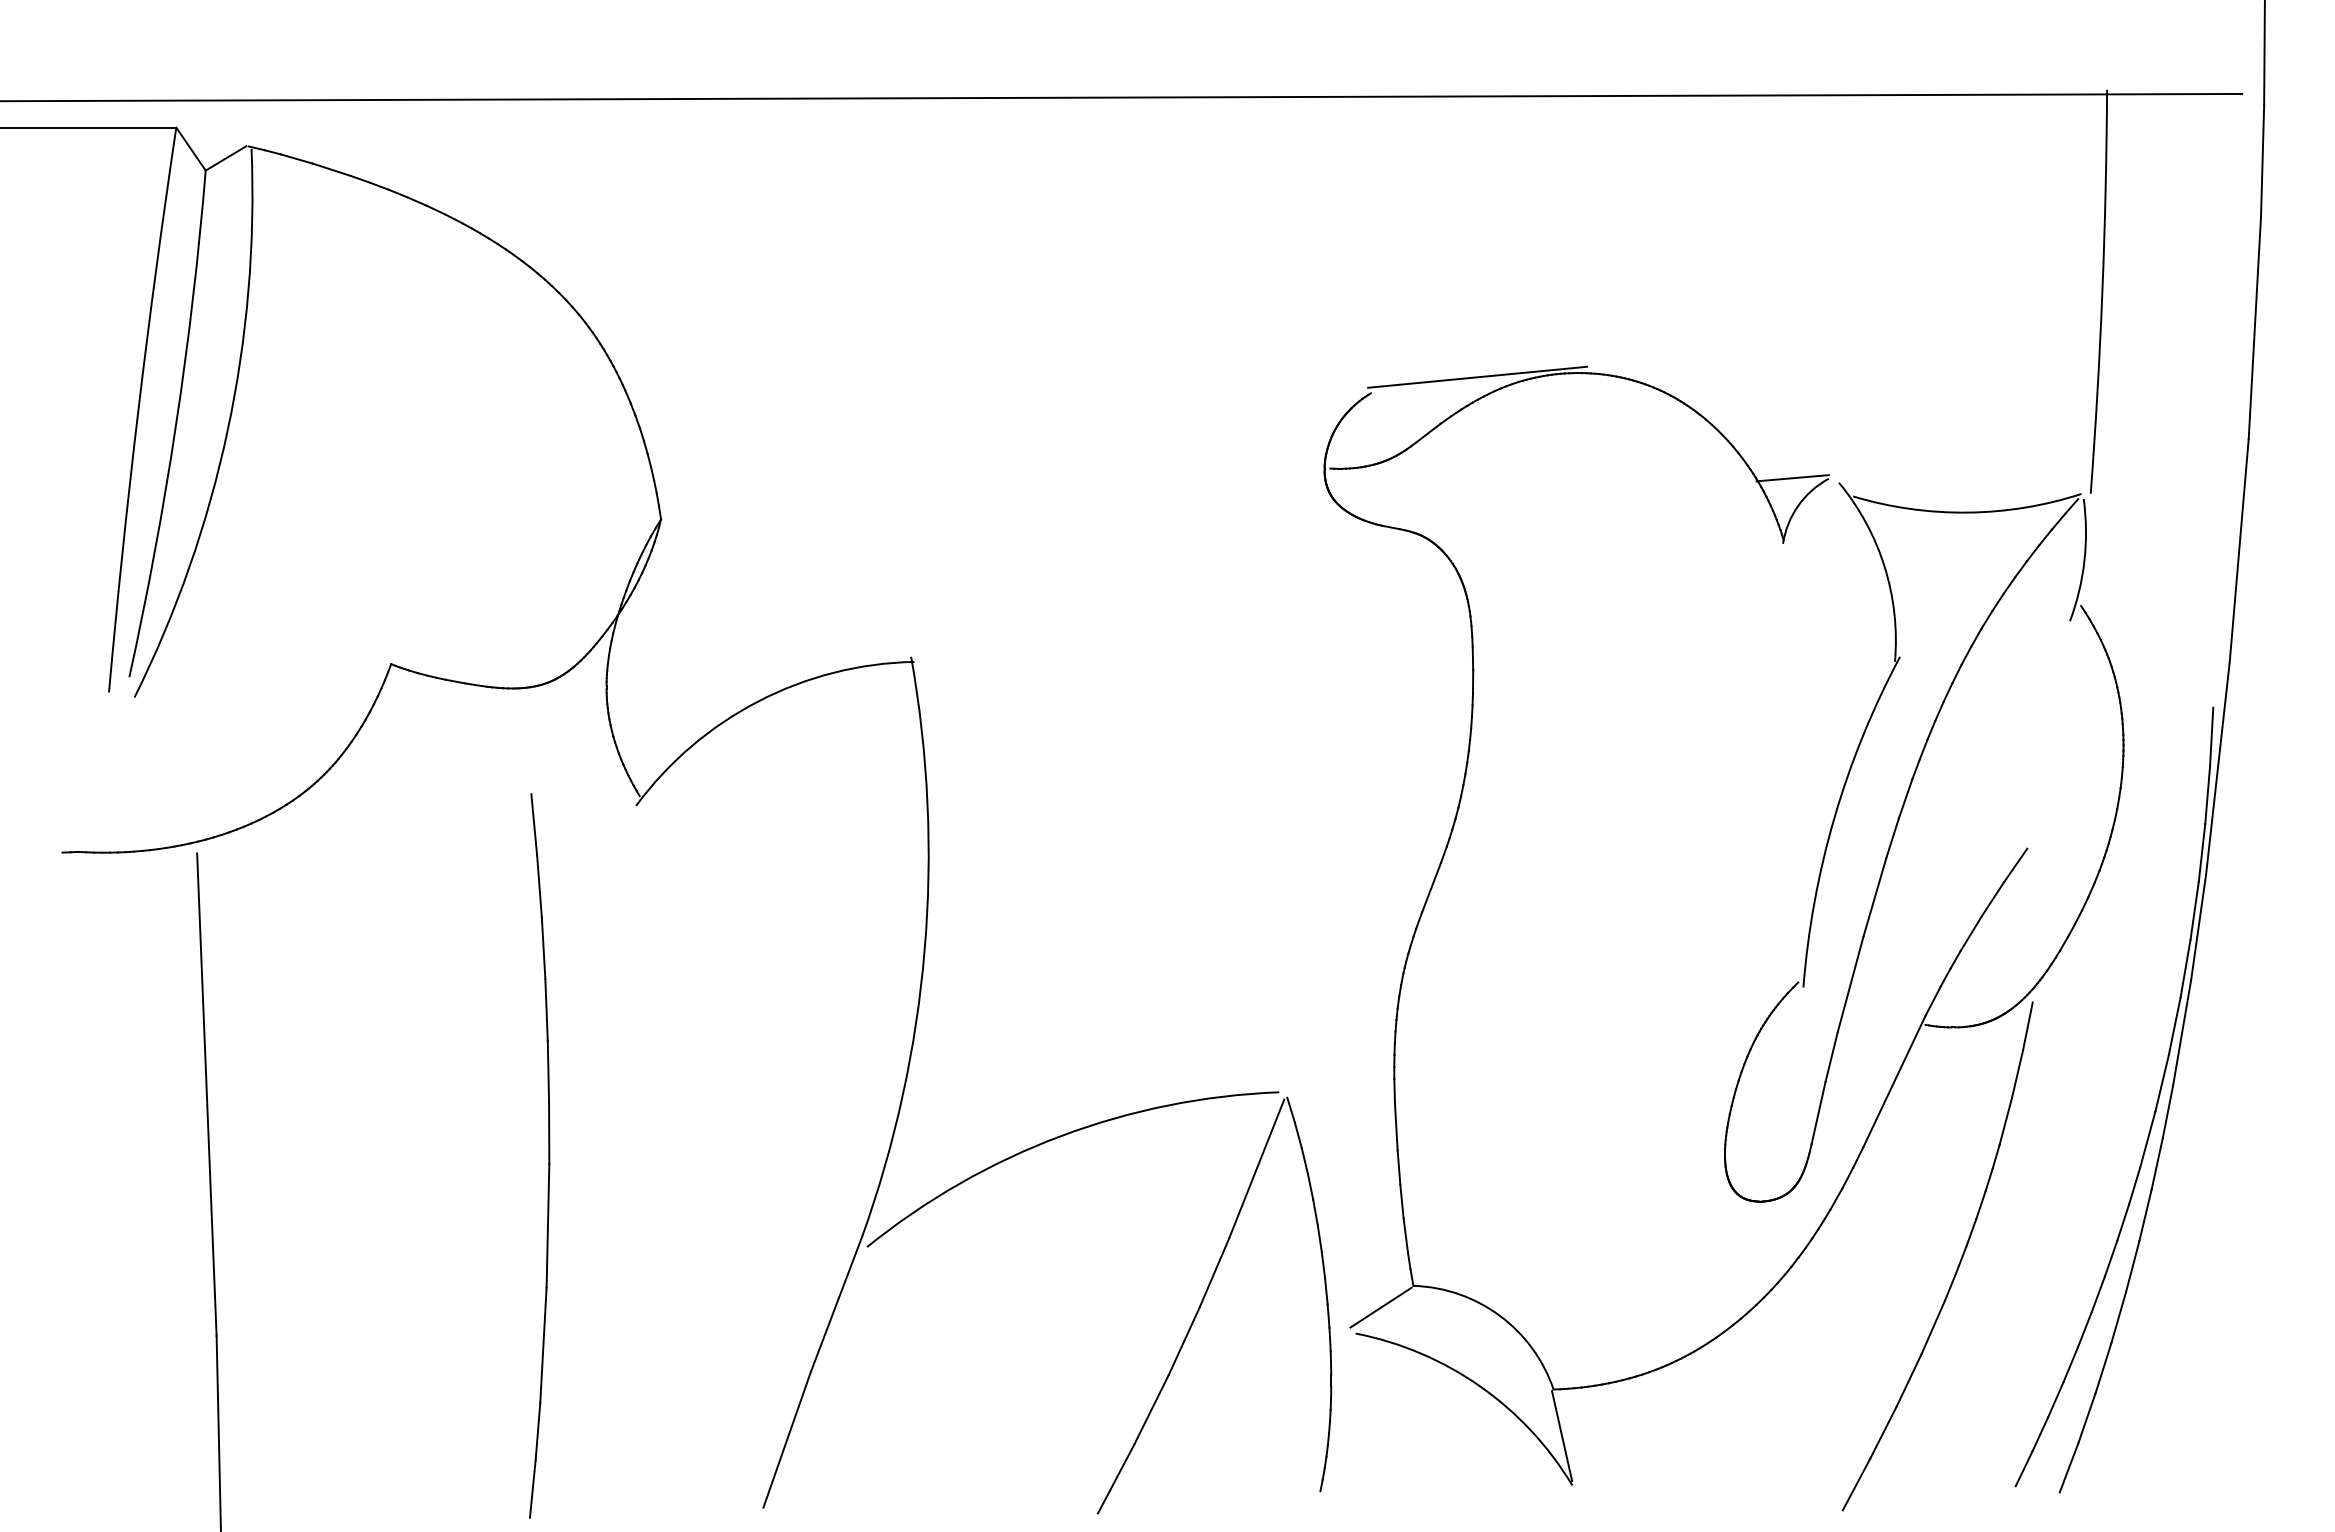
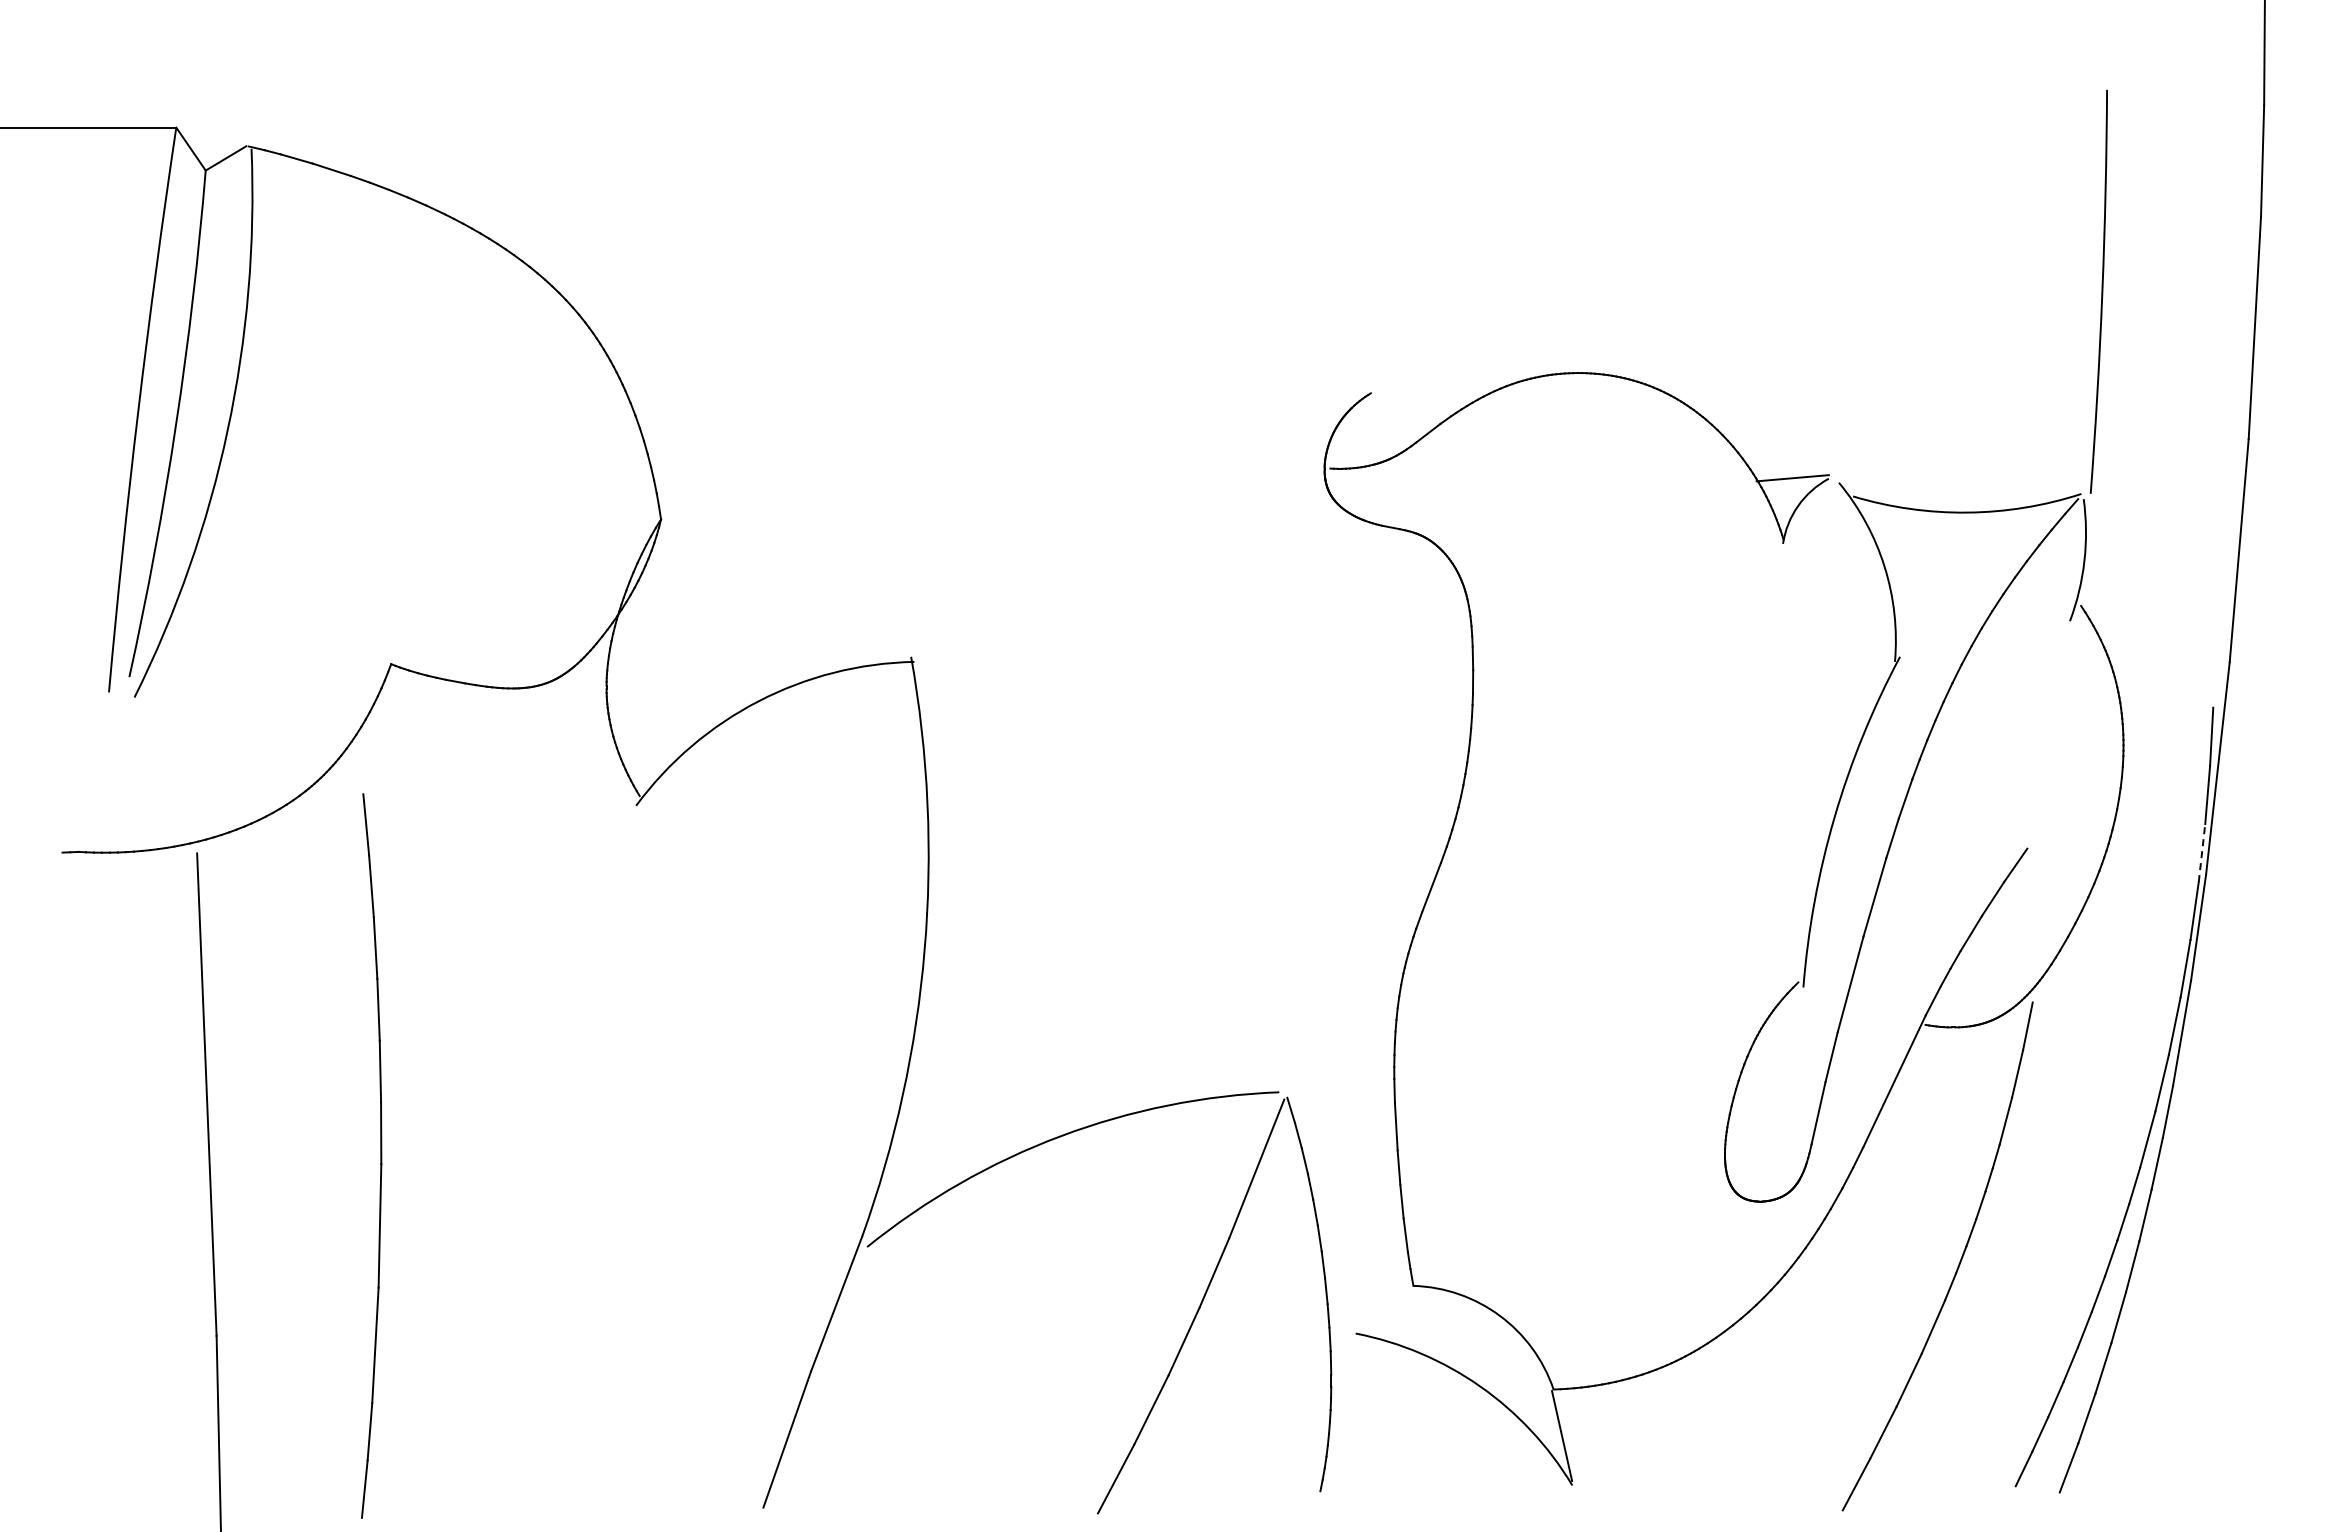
line at (1122, 97): present -> none
line at (1477, 376): present -> none
line at (2202, 852): solid -> dashed
part at (548, 1155) position: (548, 1155) -> (380, 1155)
line at (1380, 1307): present -> none
